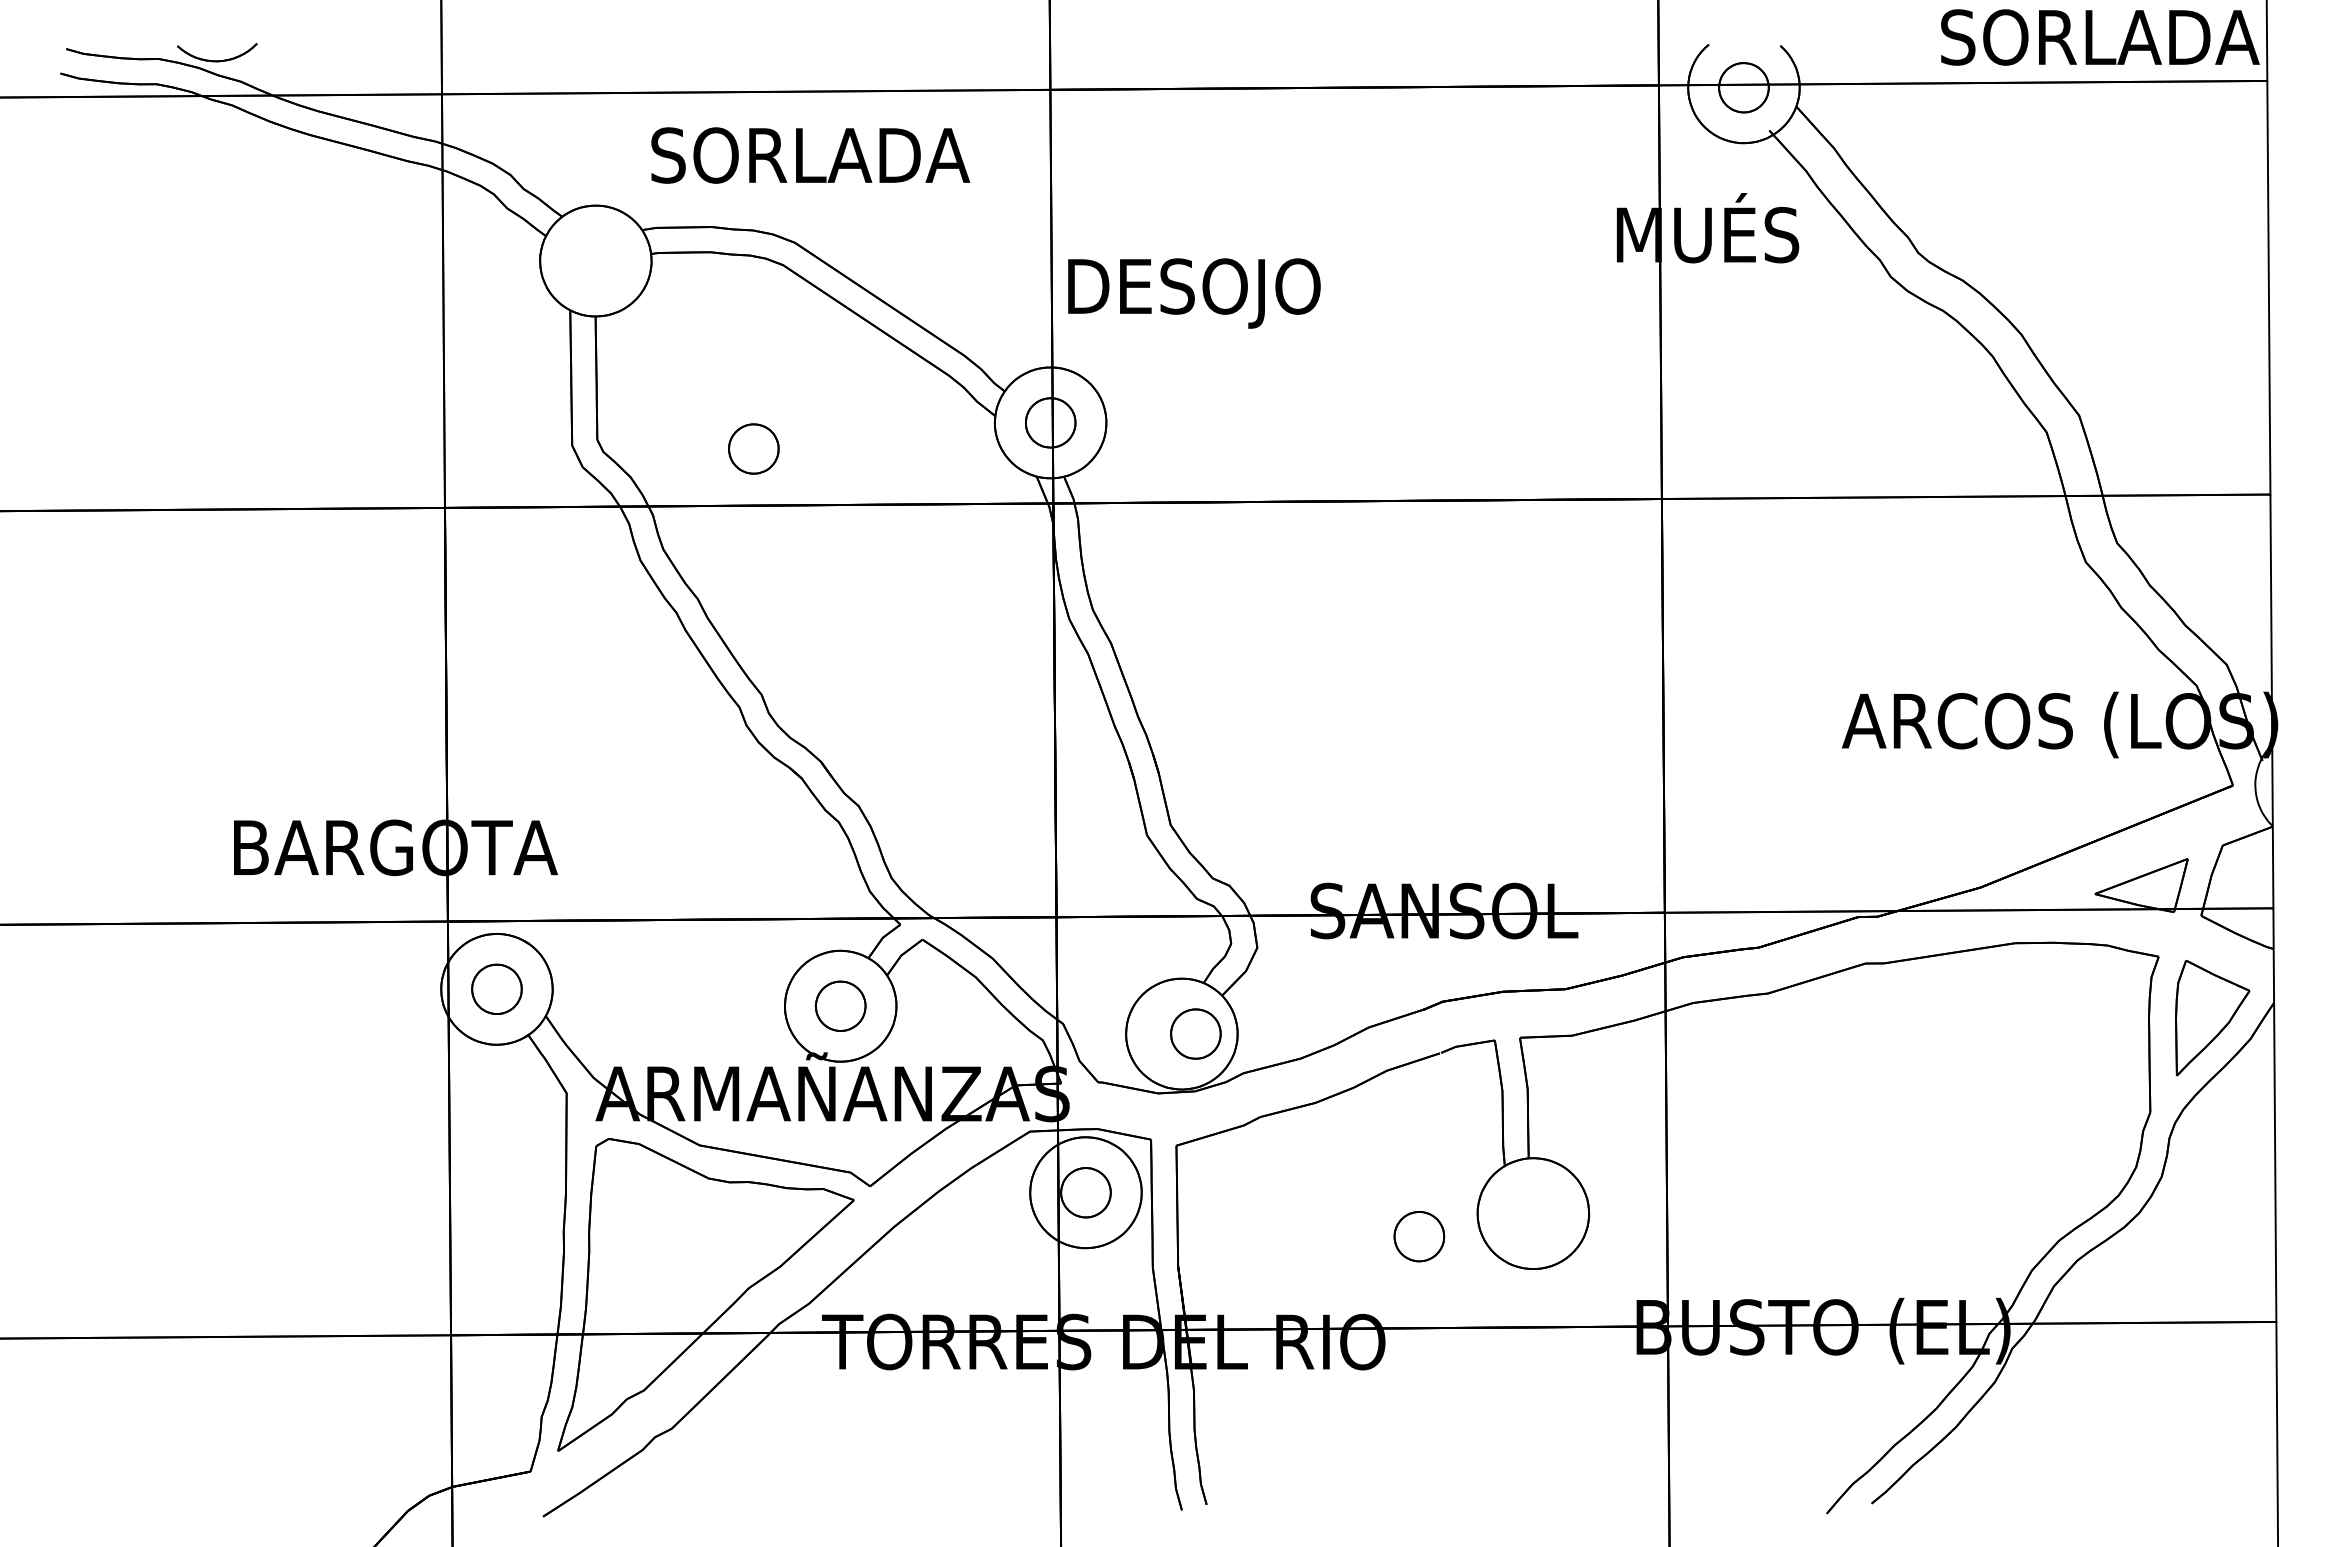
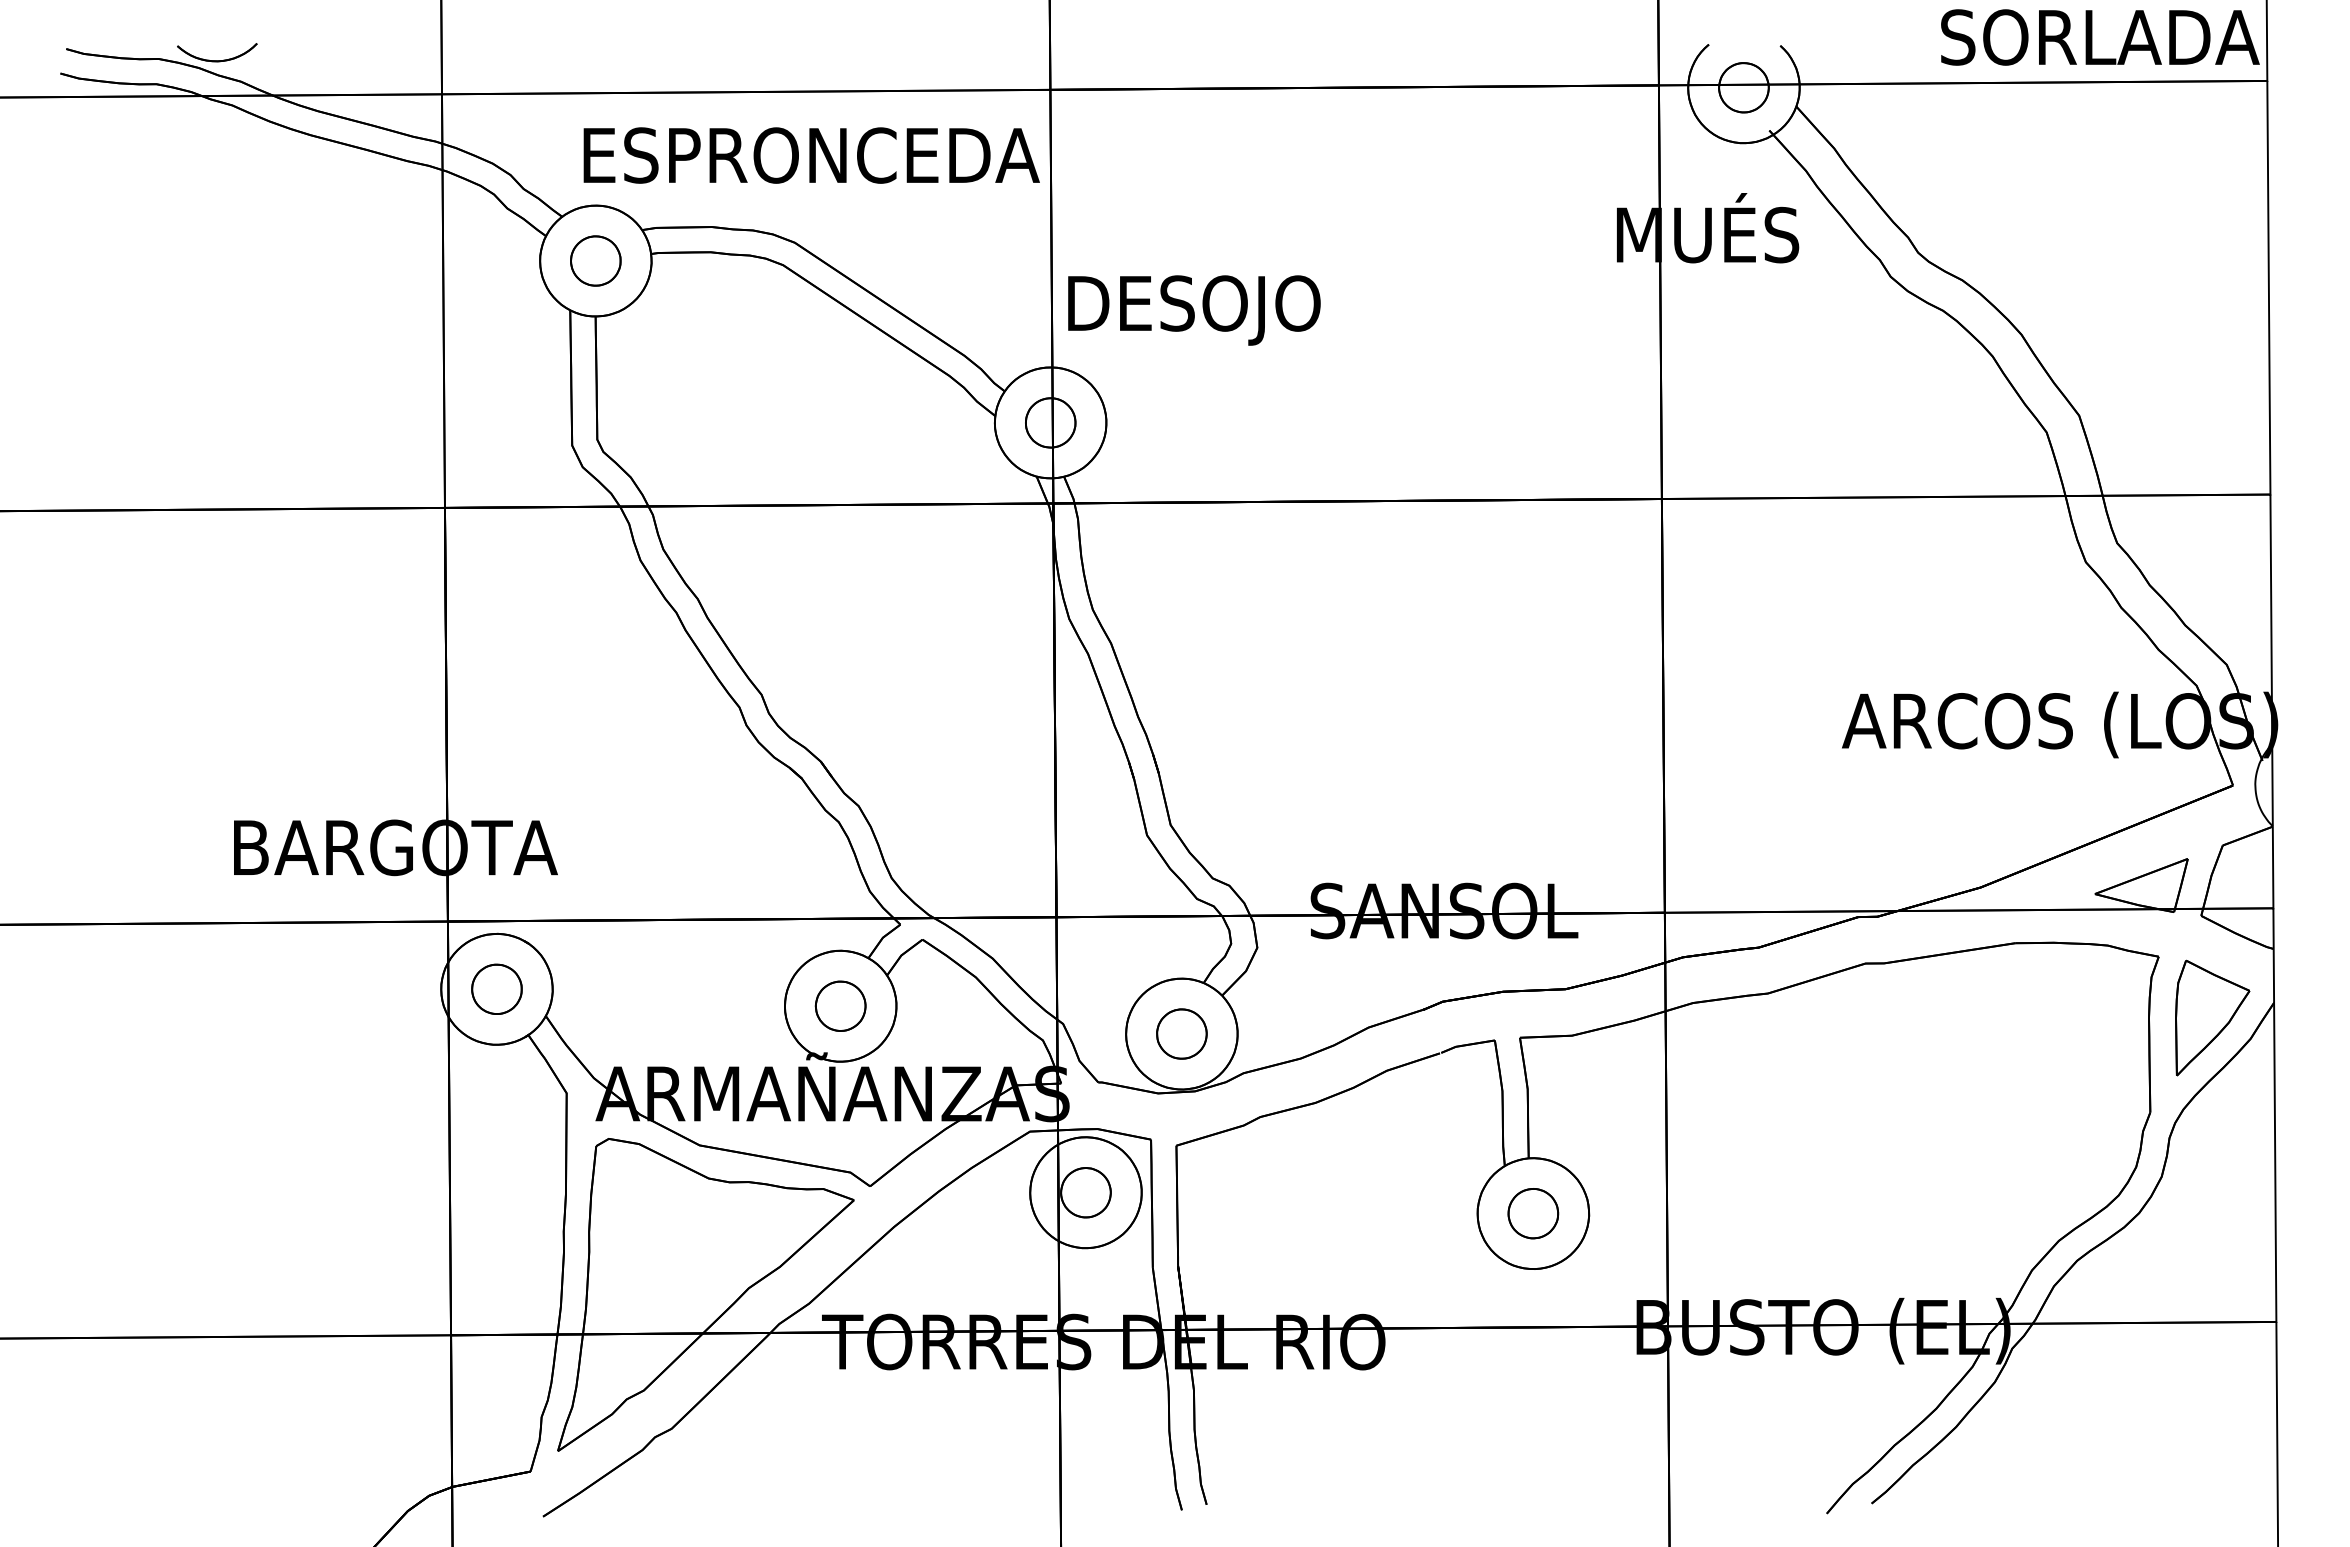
text at (811, 155): SORLADA -> ESPRONCEDA
text at (1194, 293) position: (1194, 293) -> (1194, 310)
part at (753, 448) position: (753, 448) -> (595, 260)
part at (1195, 1033) position: (1195, 1033) -> (1181, 1033)
part at (1419, 1236) position: (1419, 1236) -> (1533, 1213)
